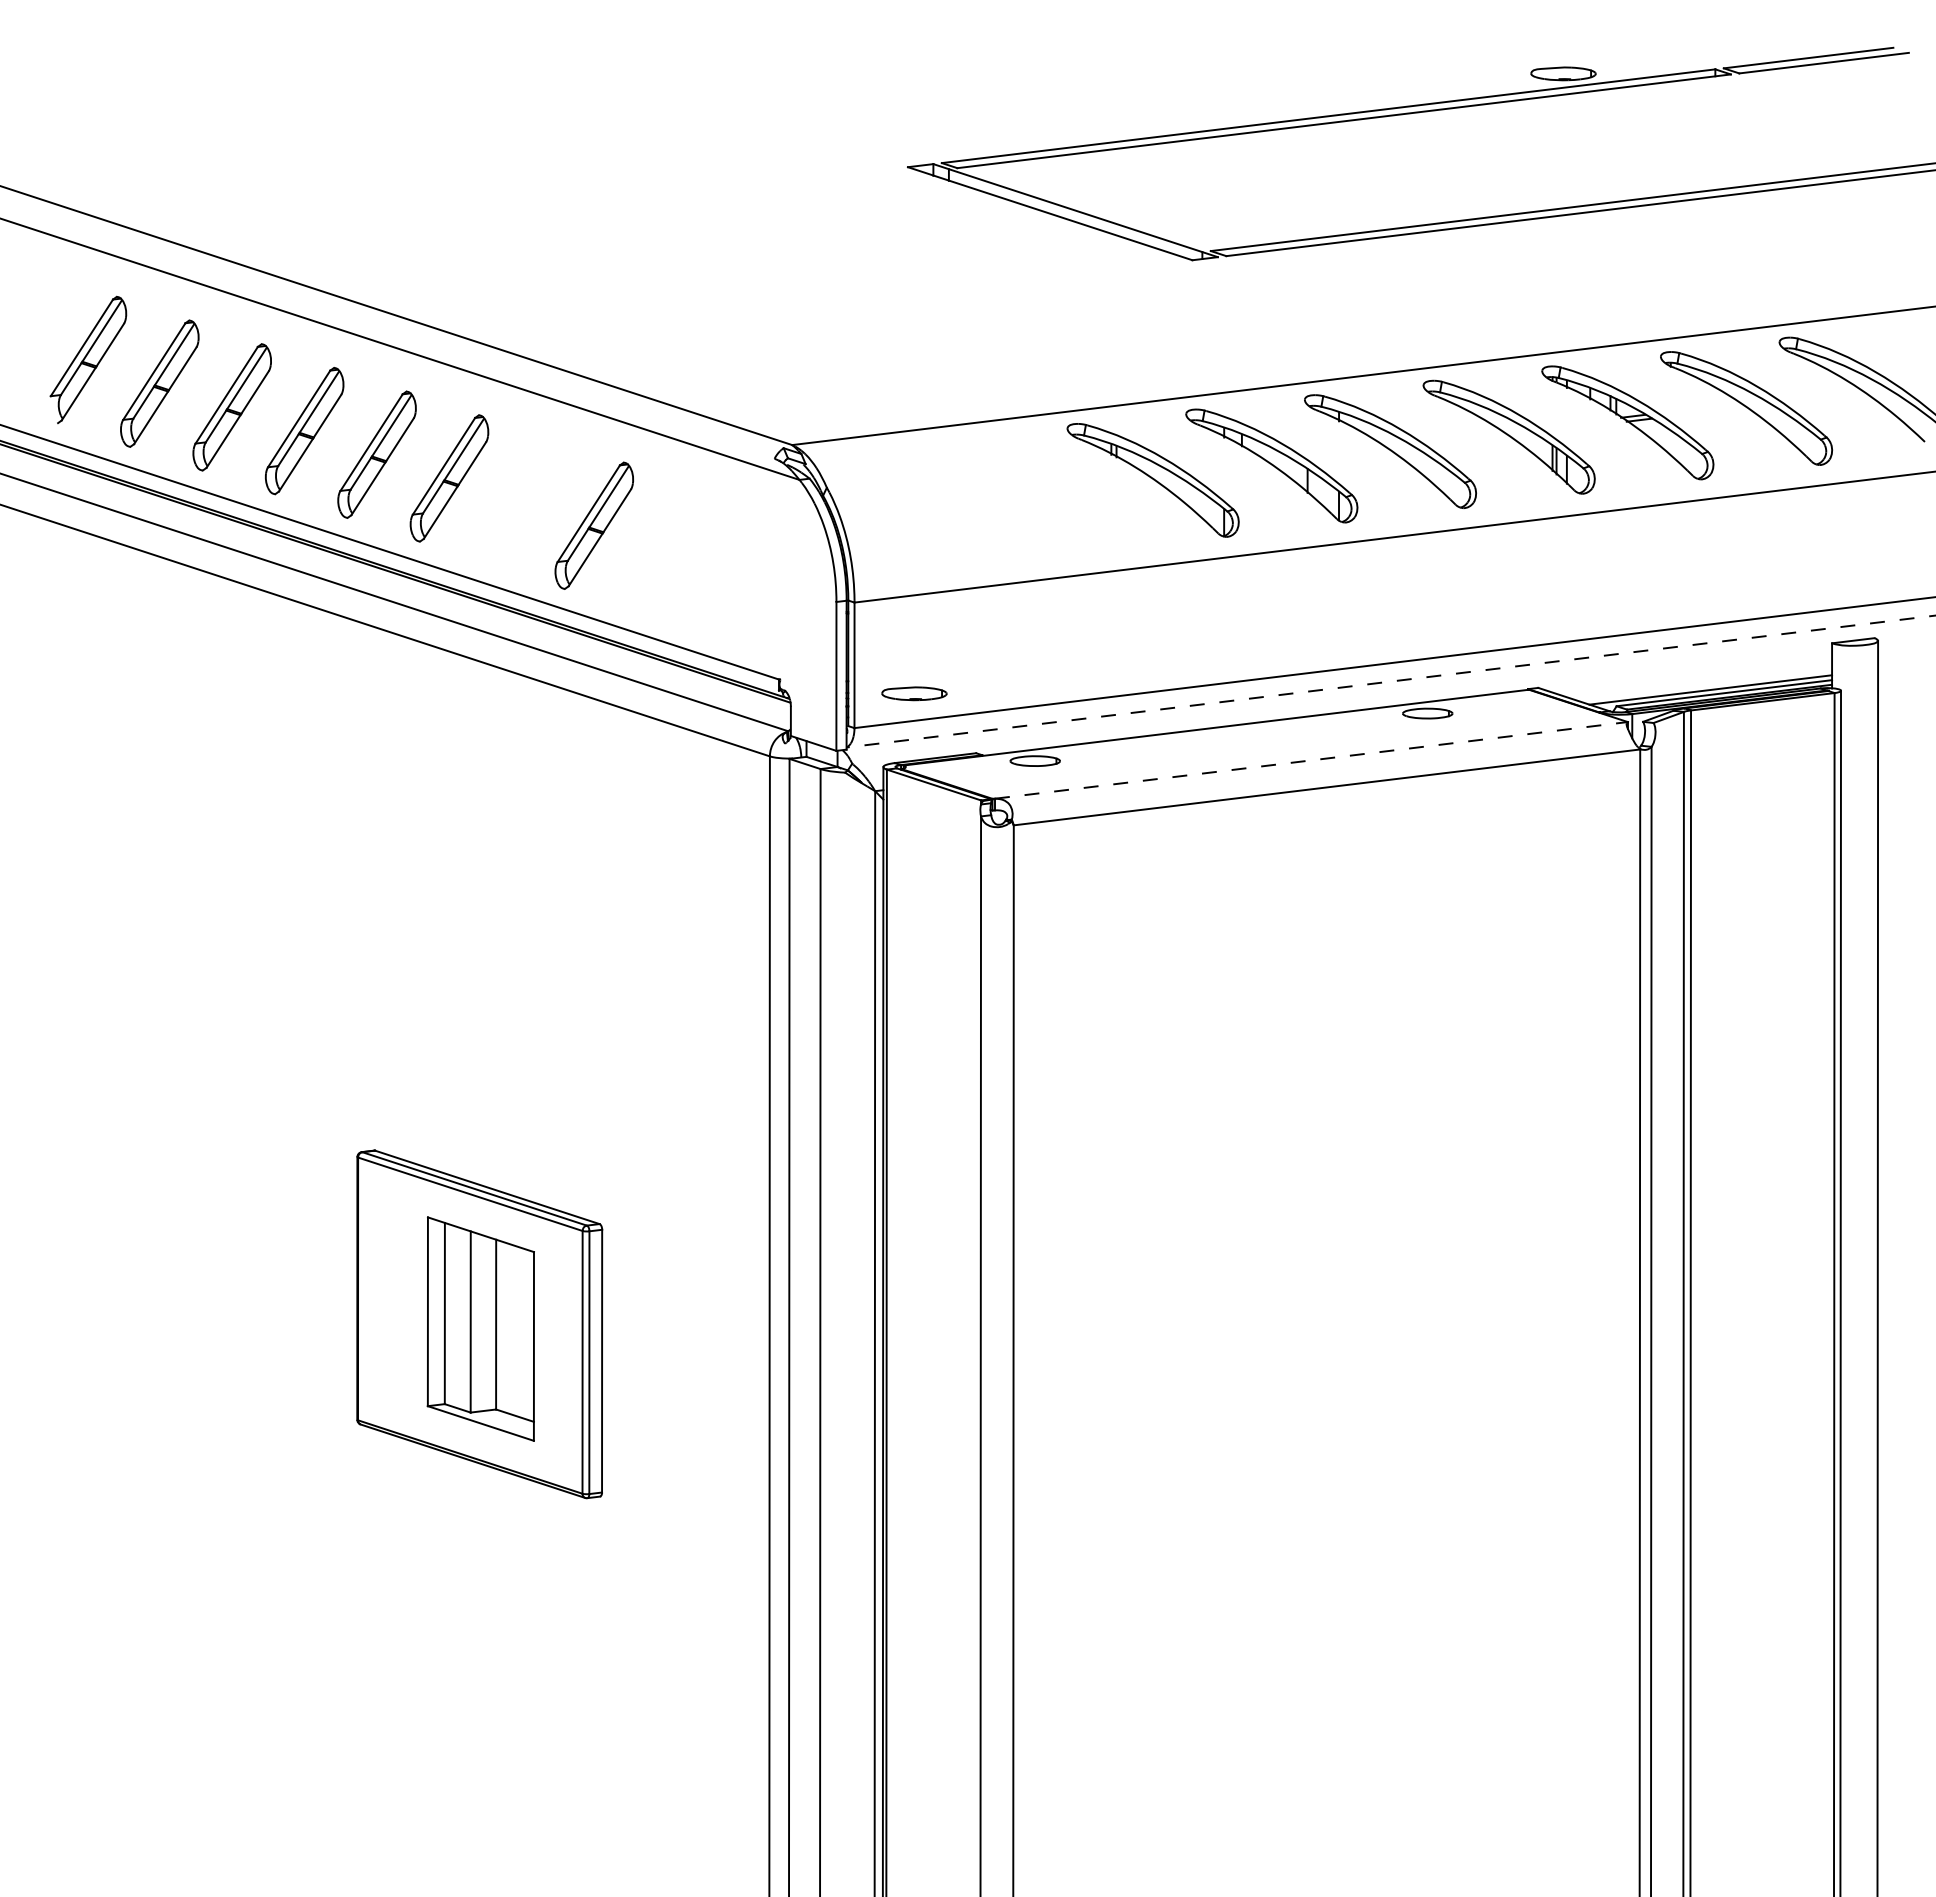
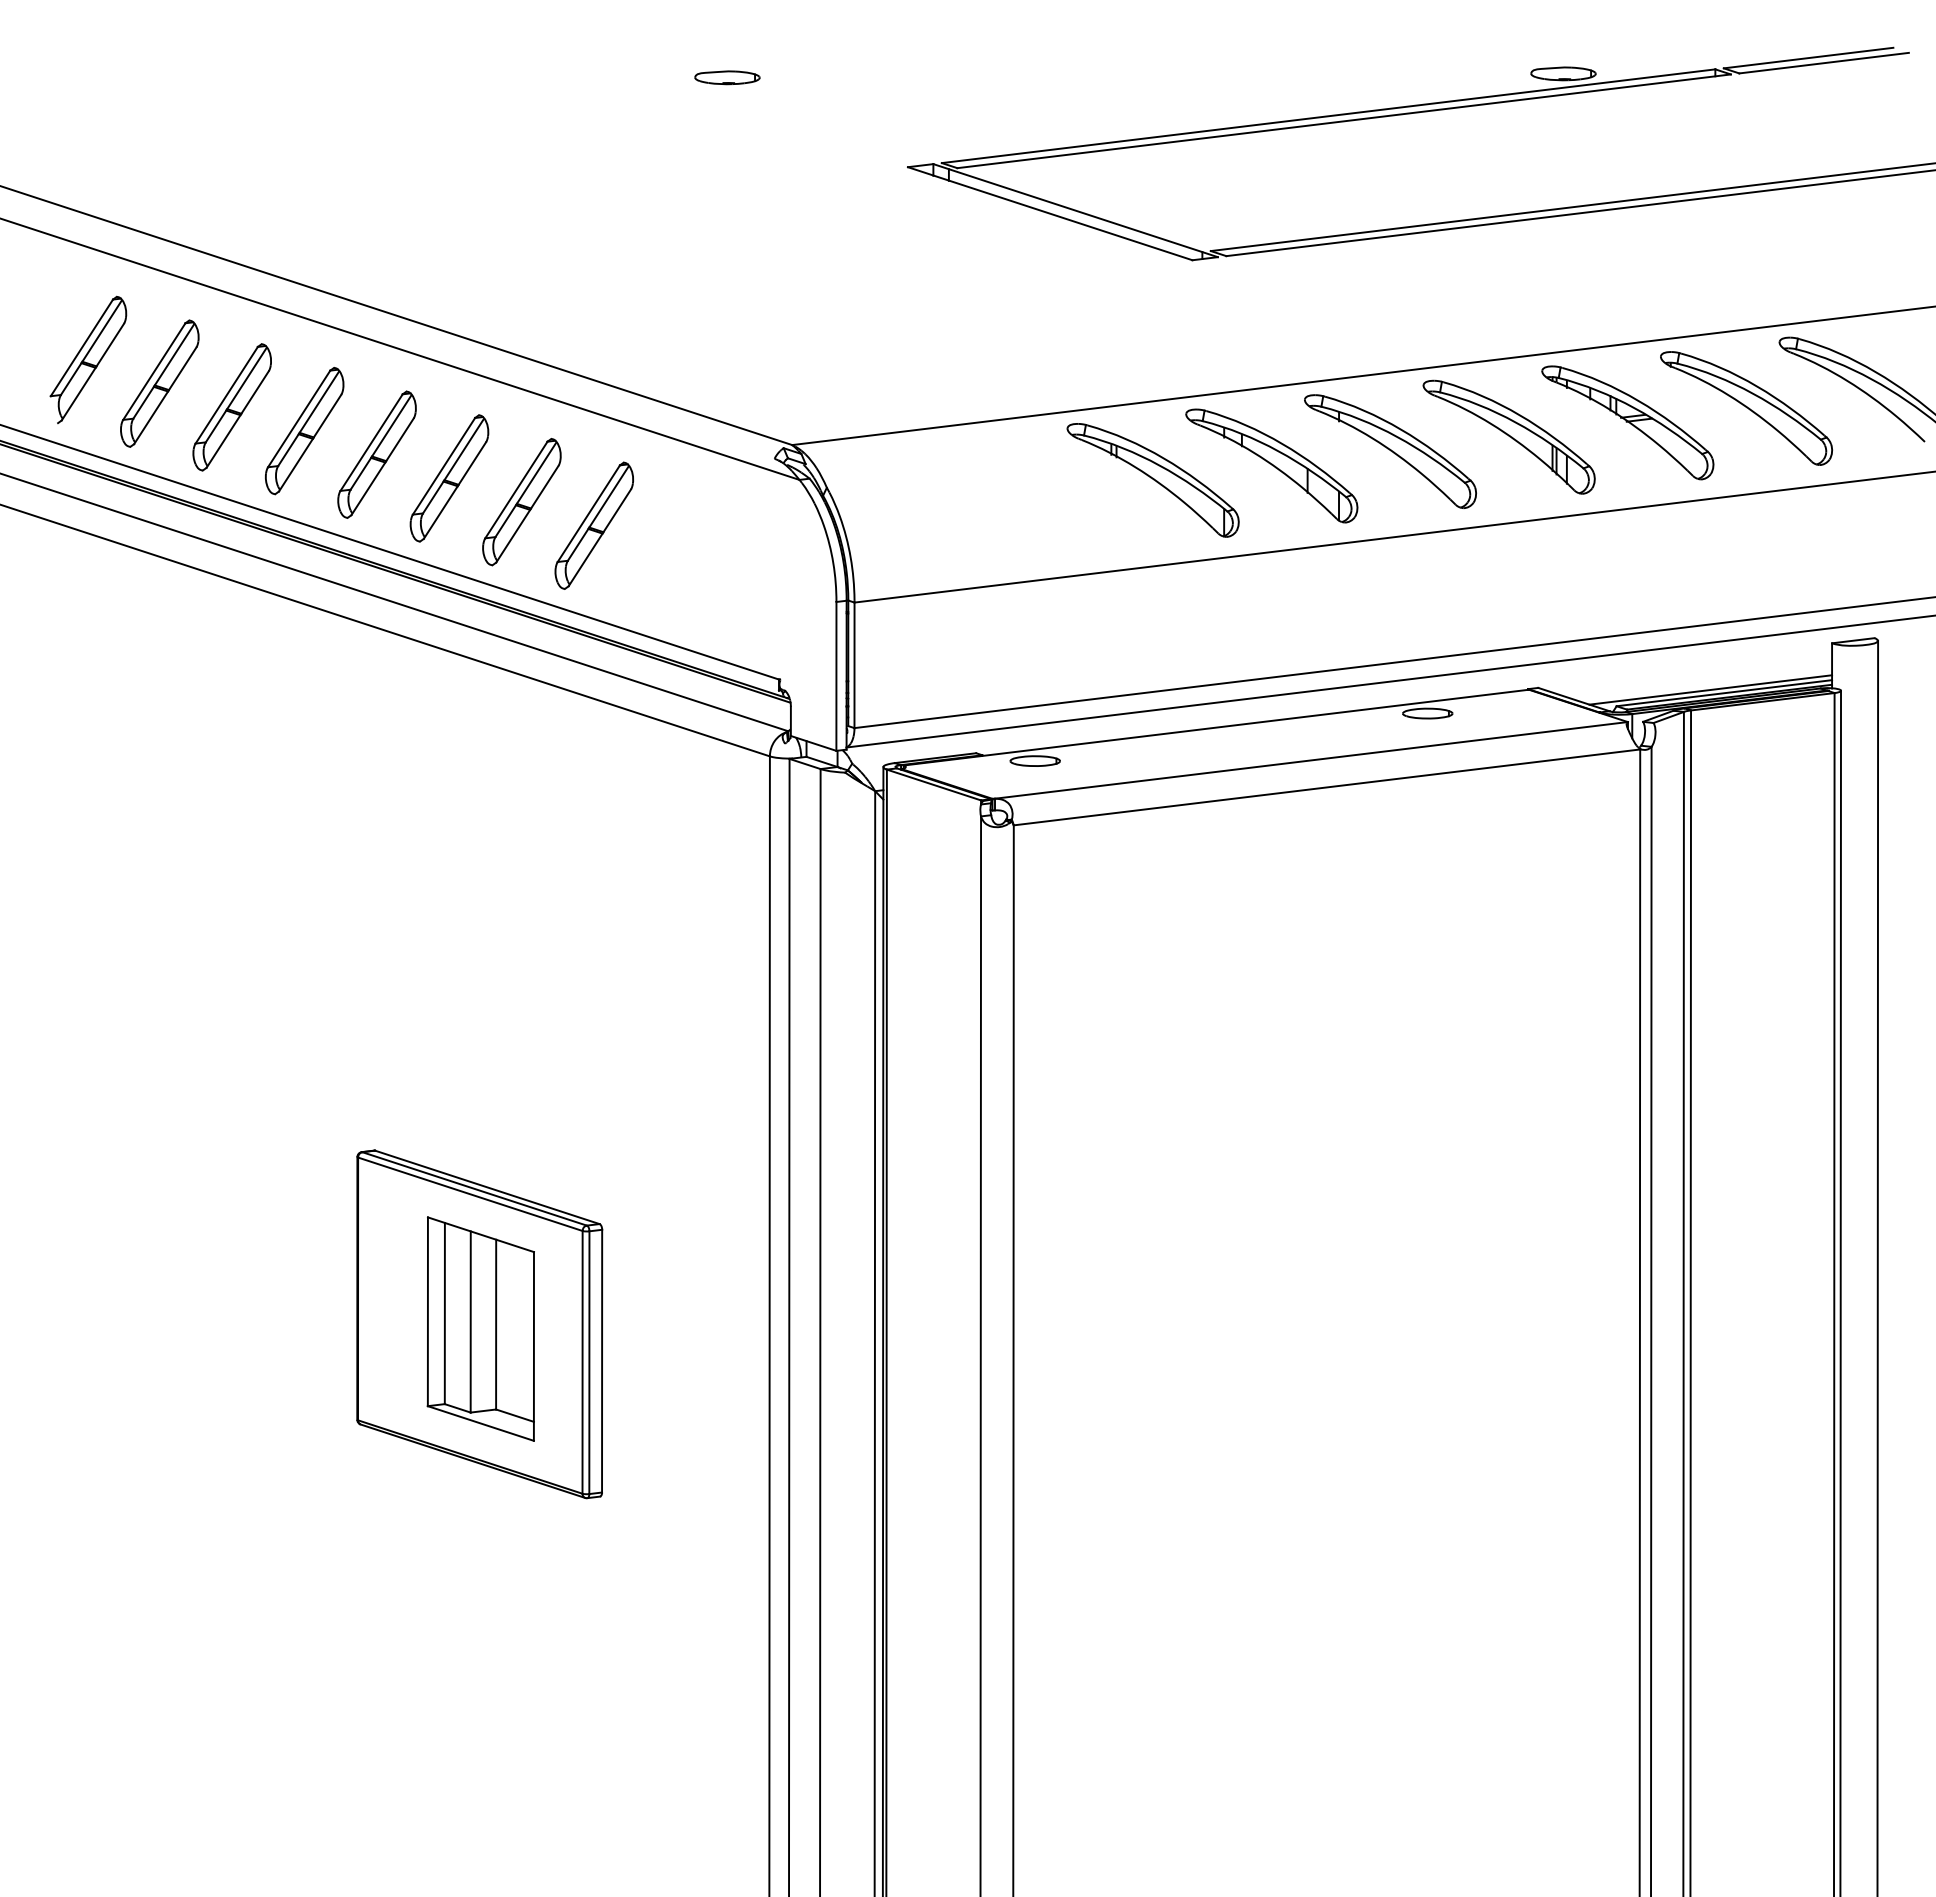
part at (521, 502): none -> present
line at (1390, 681): dashed -> solid
part at (914, 693) position: (914, 693) -> (727, 77)
line at (1311, 760): dashed -> solid
